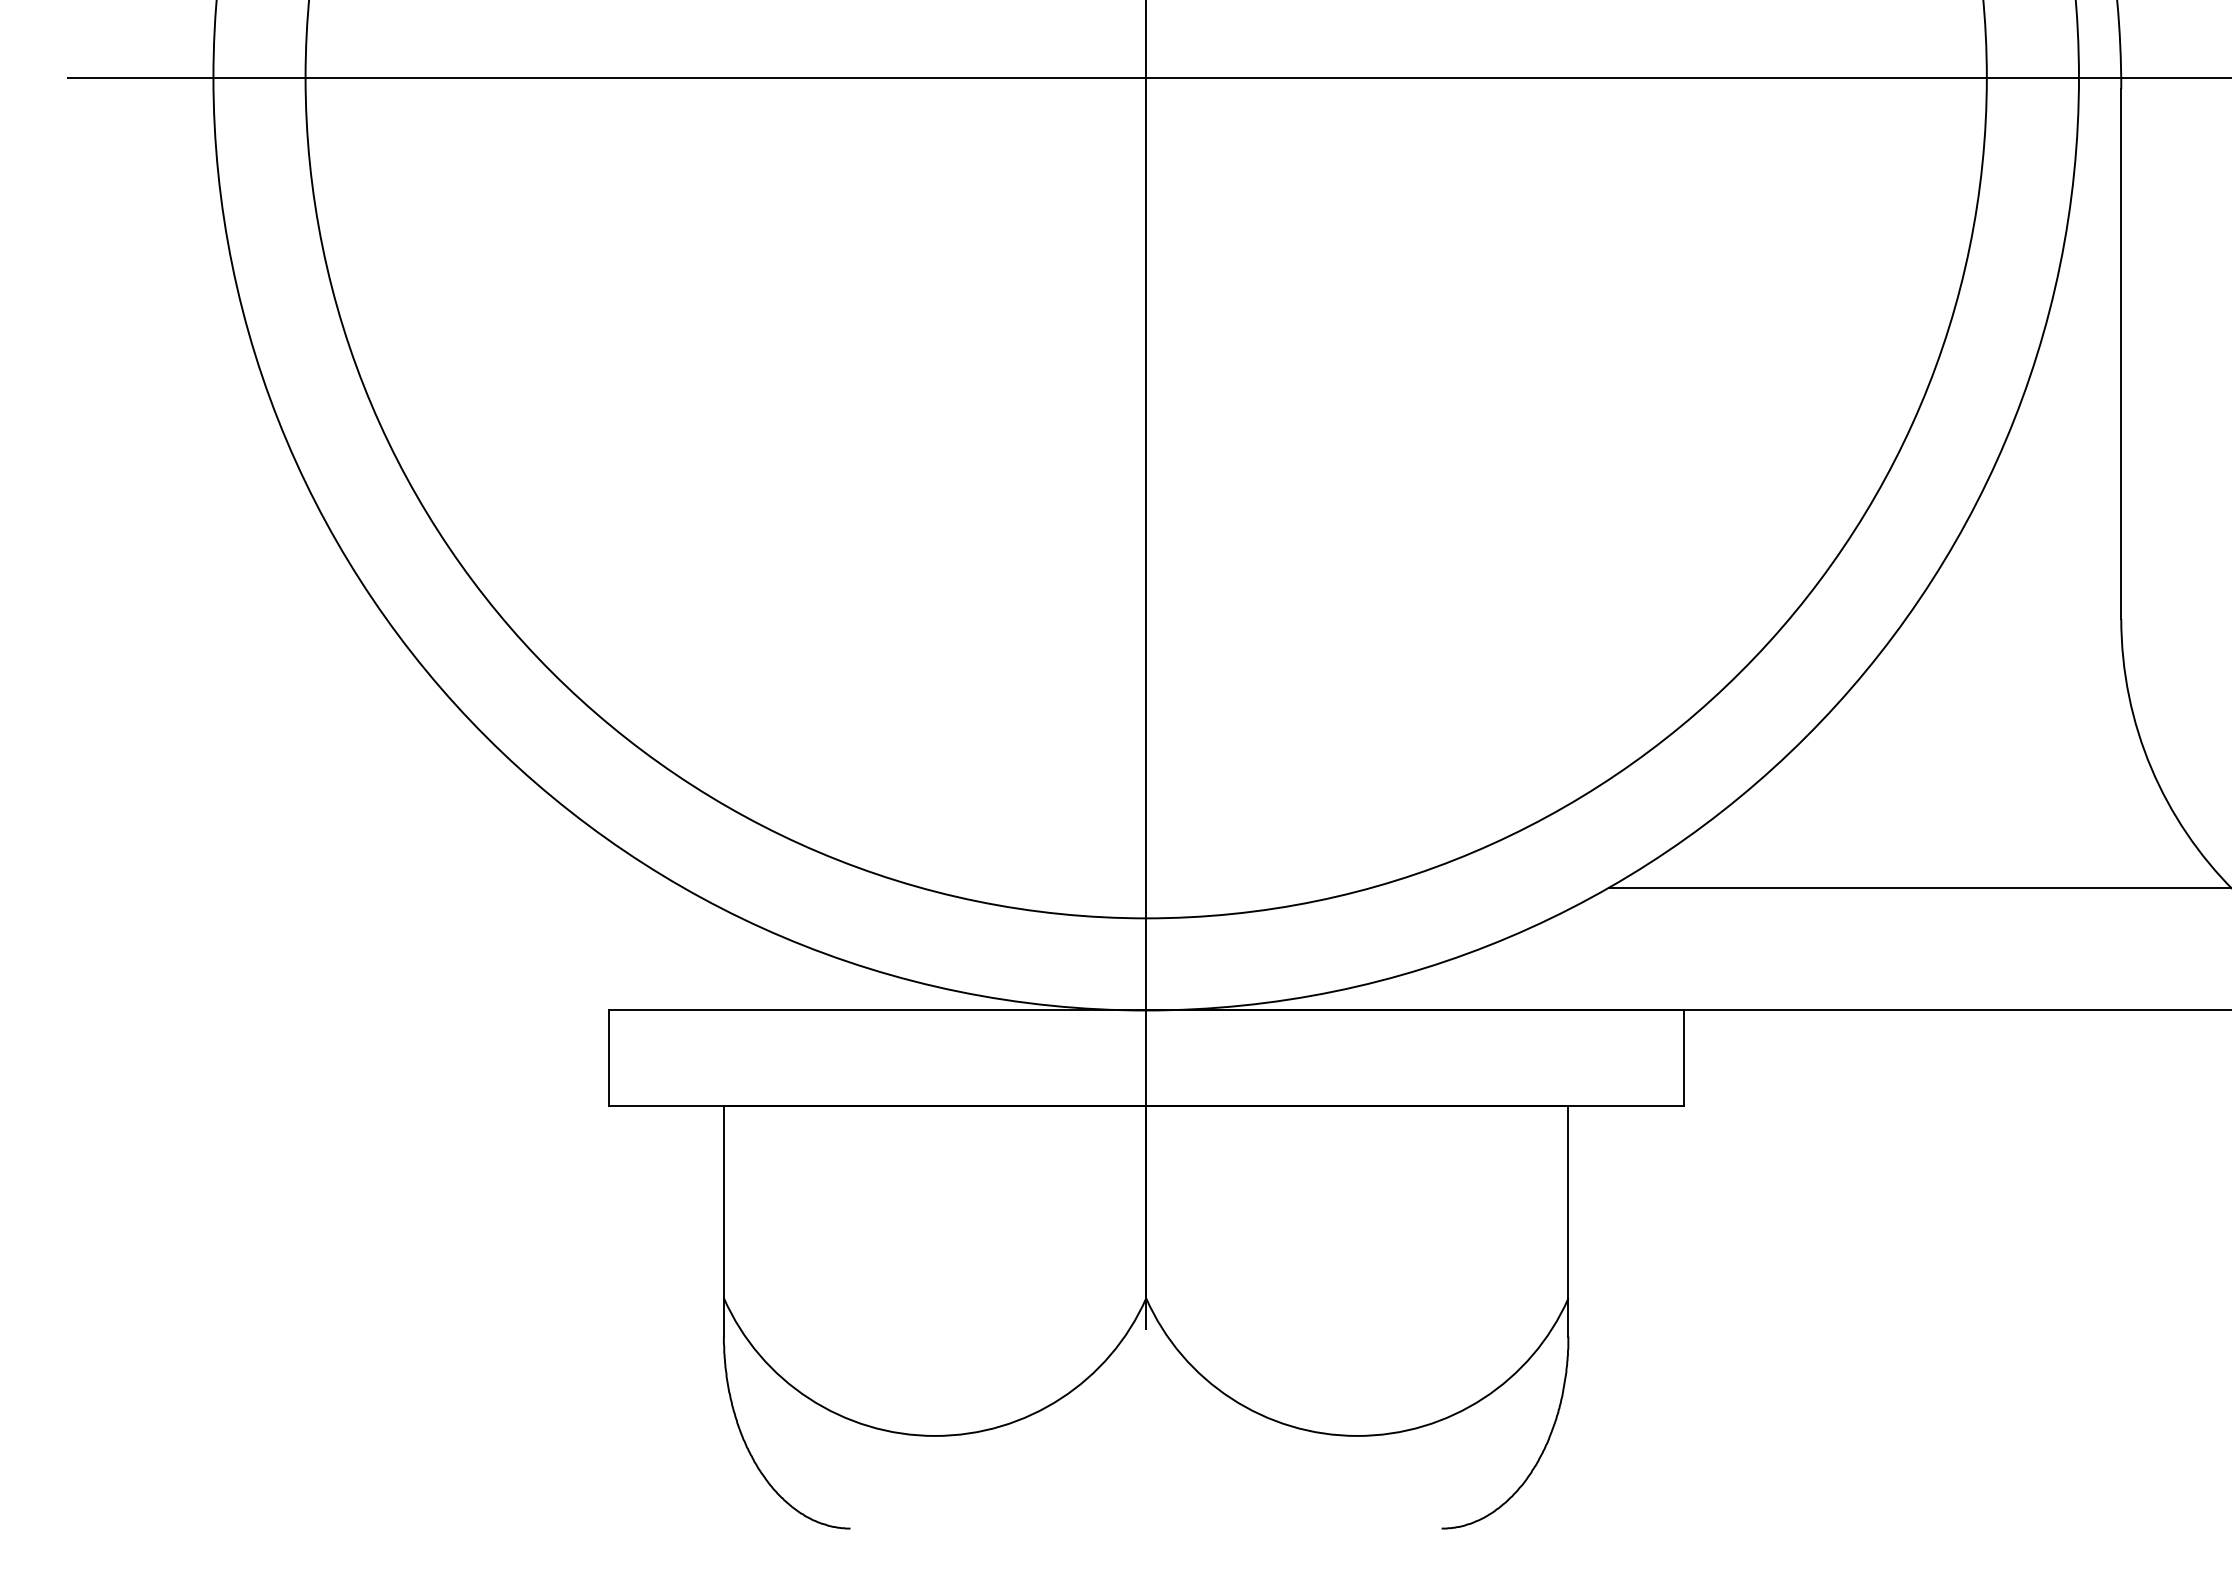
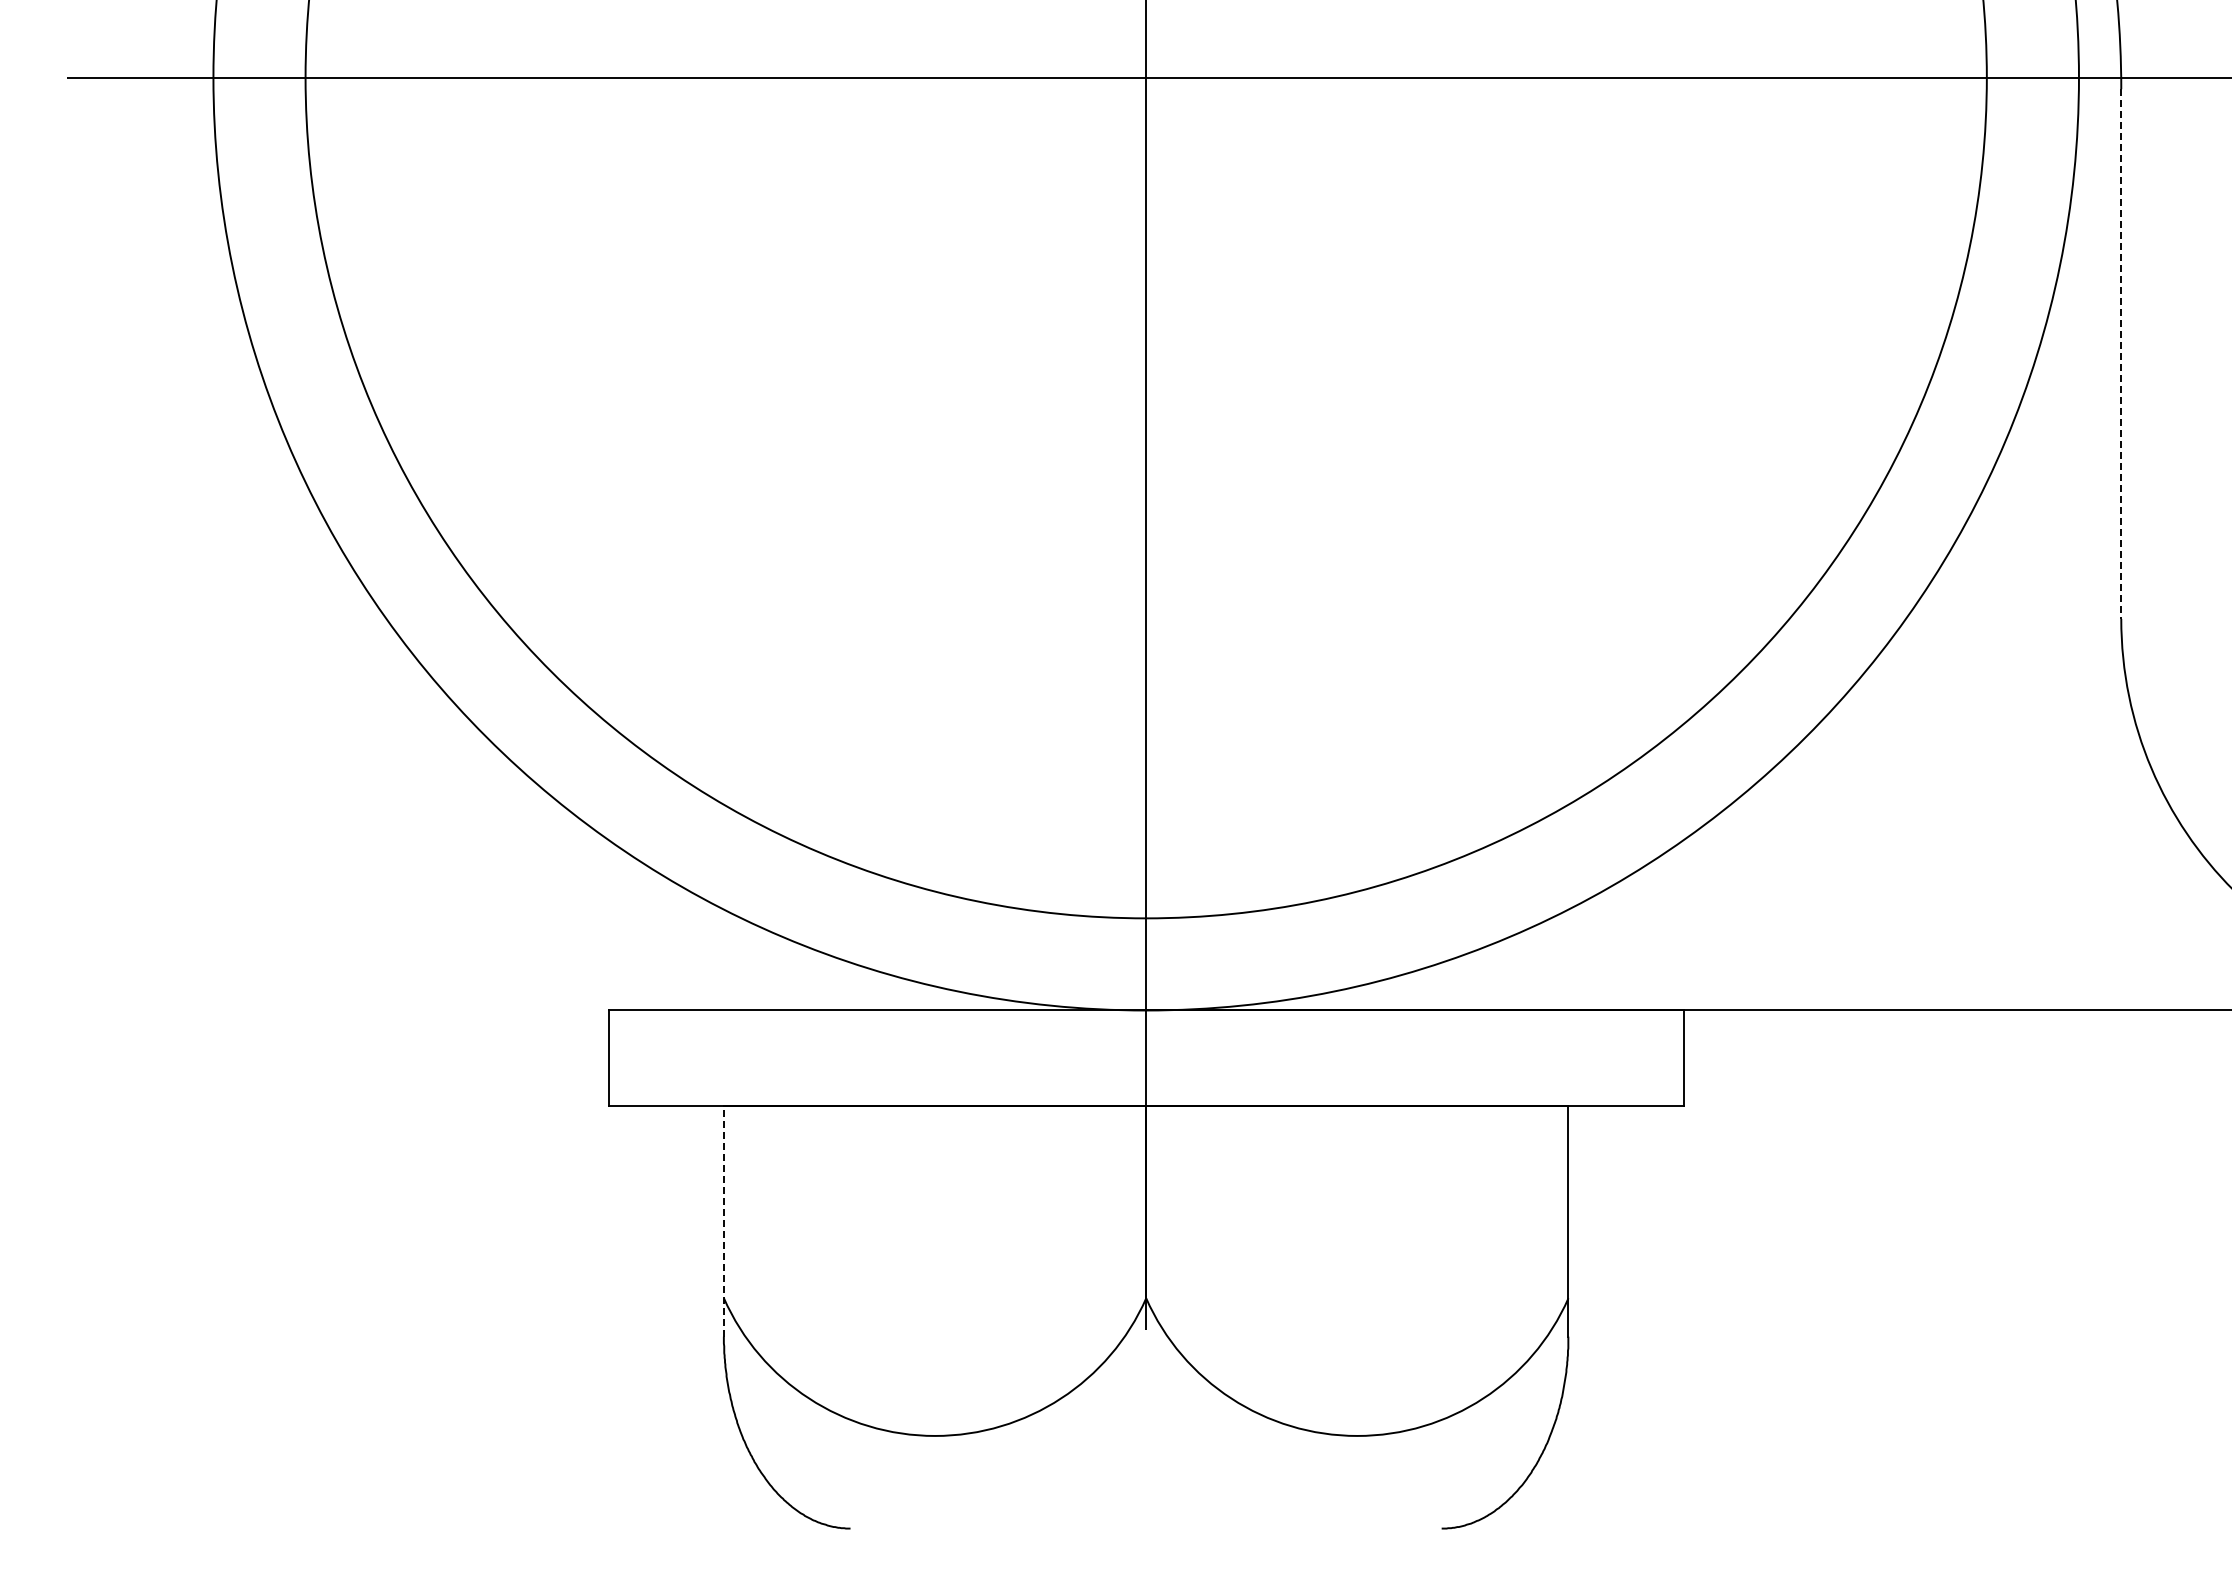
line at (2121, 354): solid -> dashed
line at (1918, 887): present -> none
line at (723, 1221): solid -> dashed
